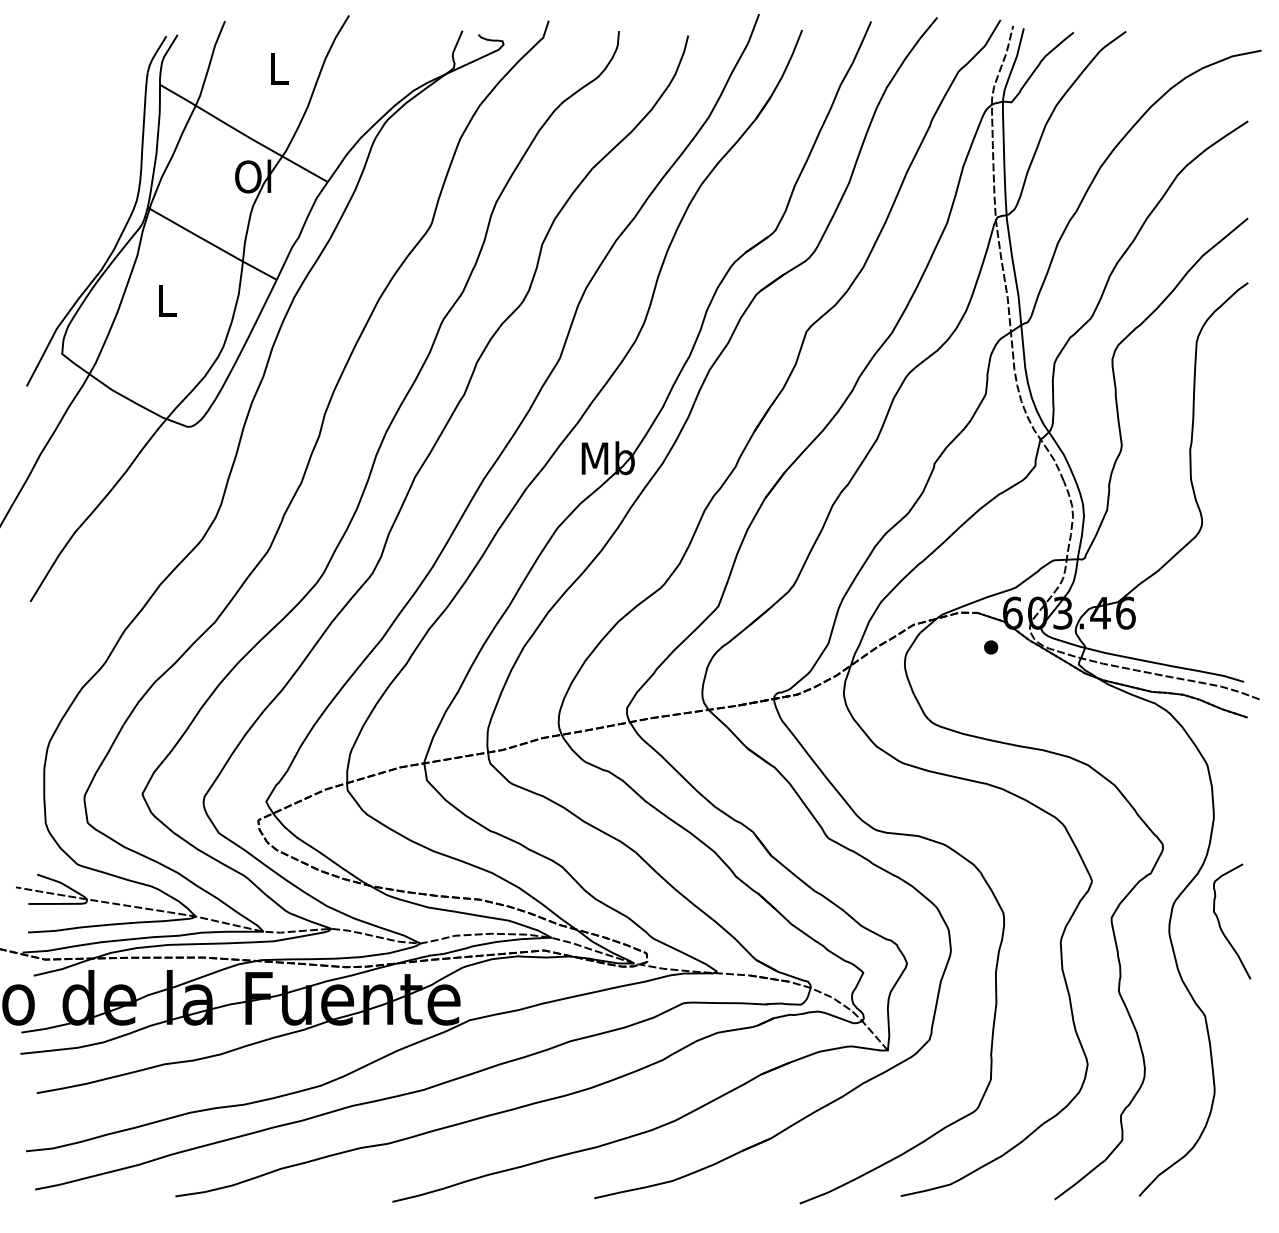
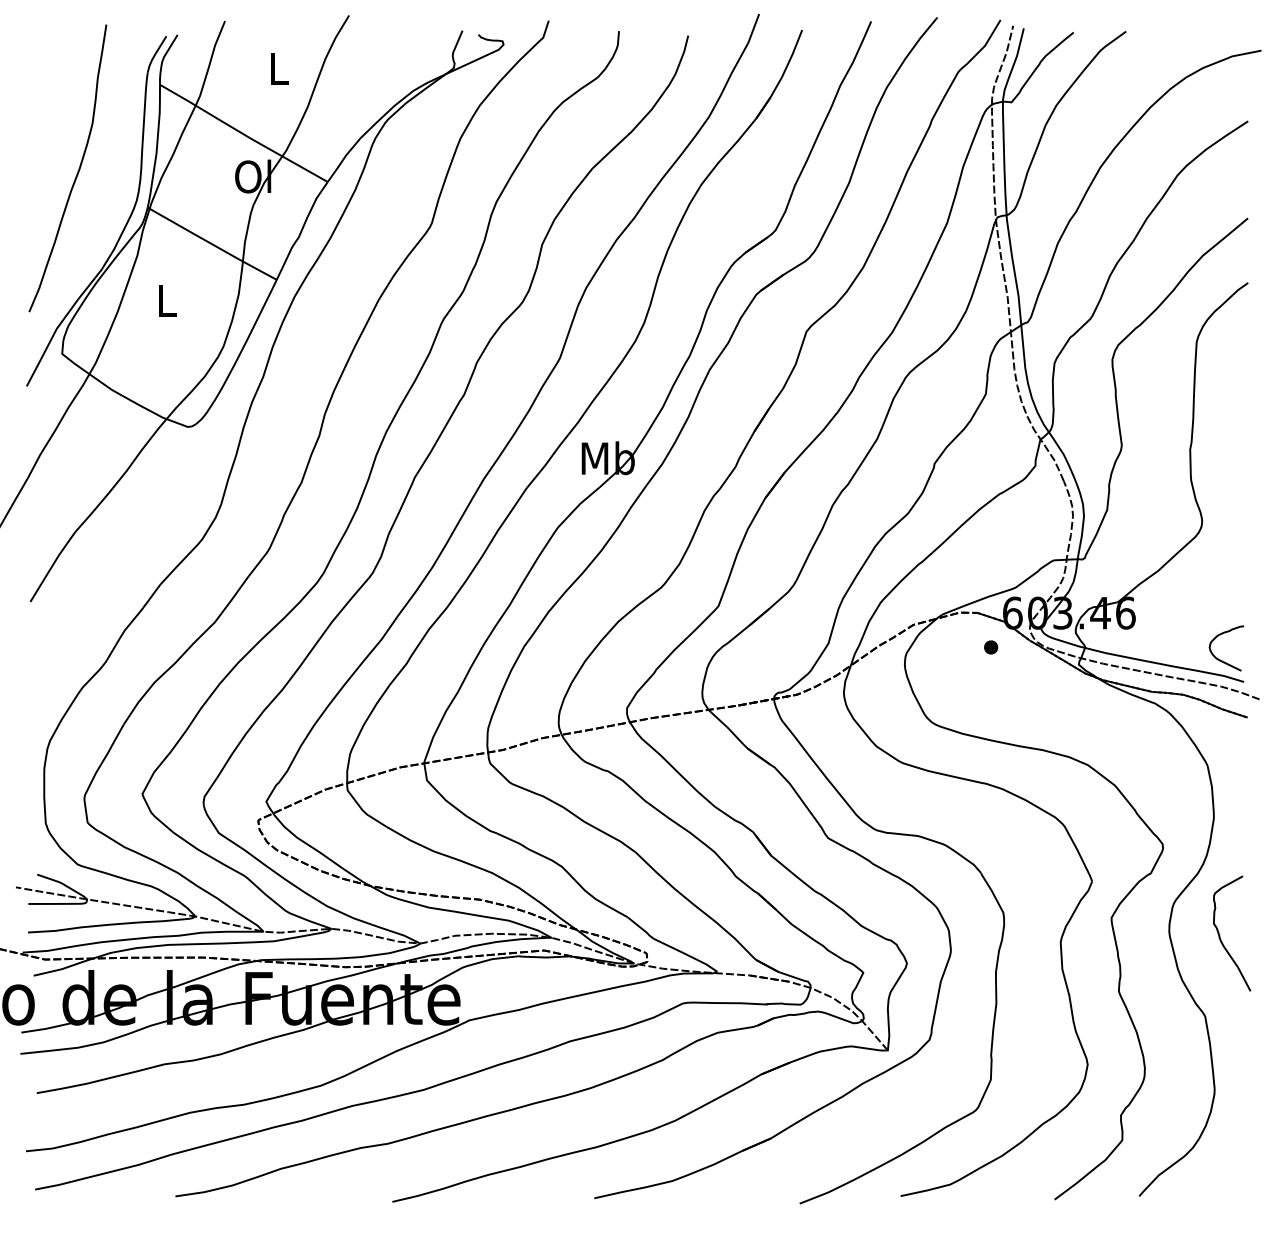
curve at (76, 173): none -> present
curve at (1220, 659): none -> present
curve at (1220, 923) position: (1220, 923) -> (1220, 935)
